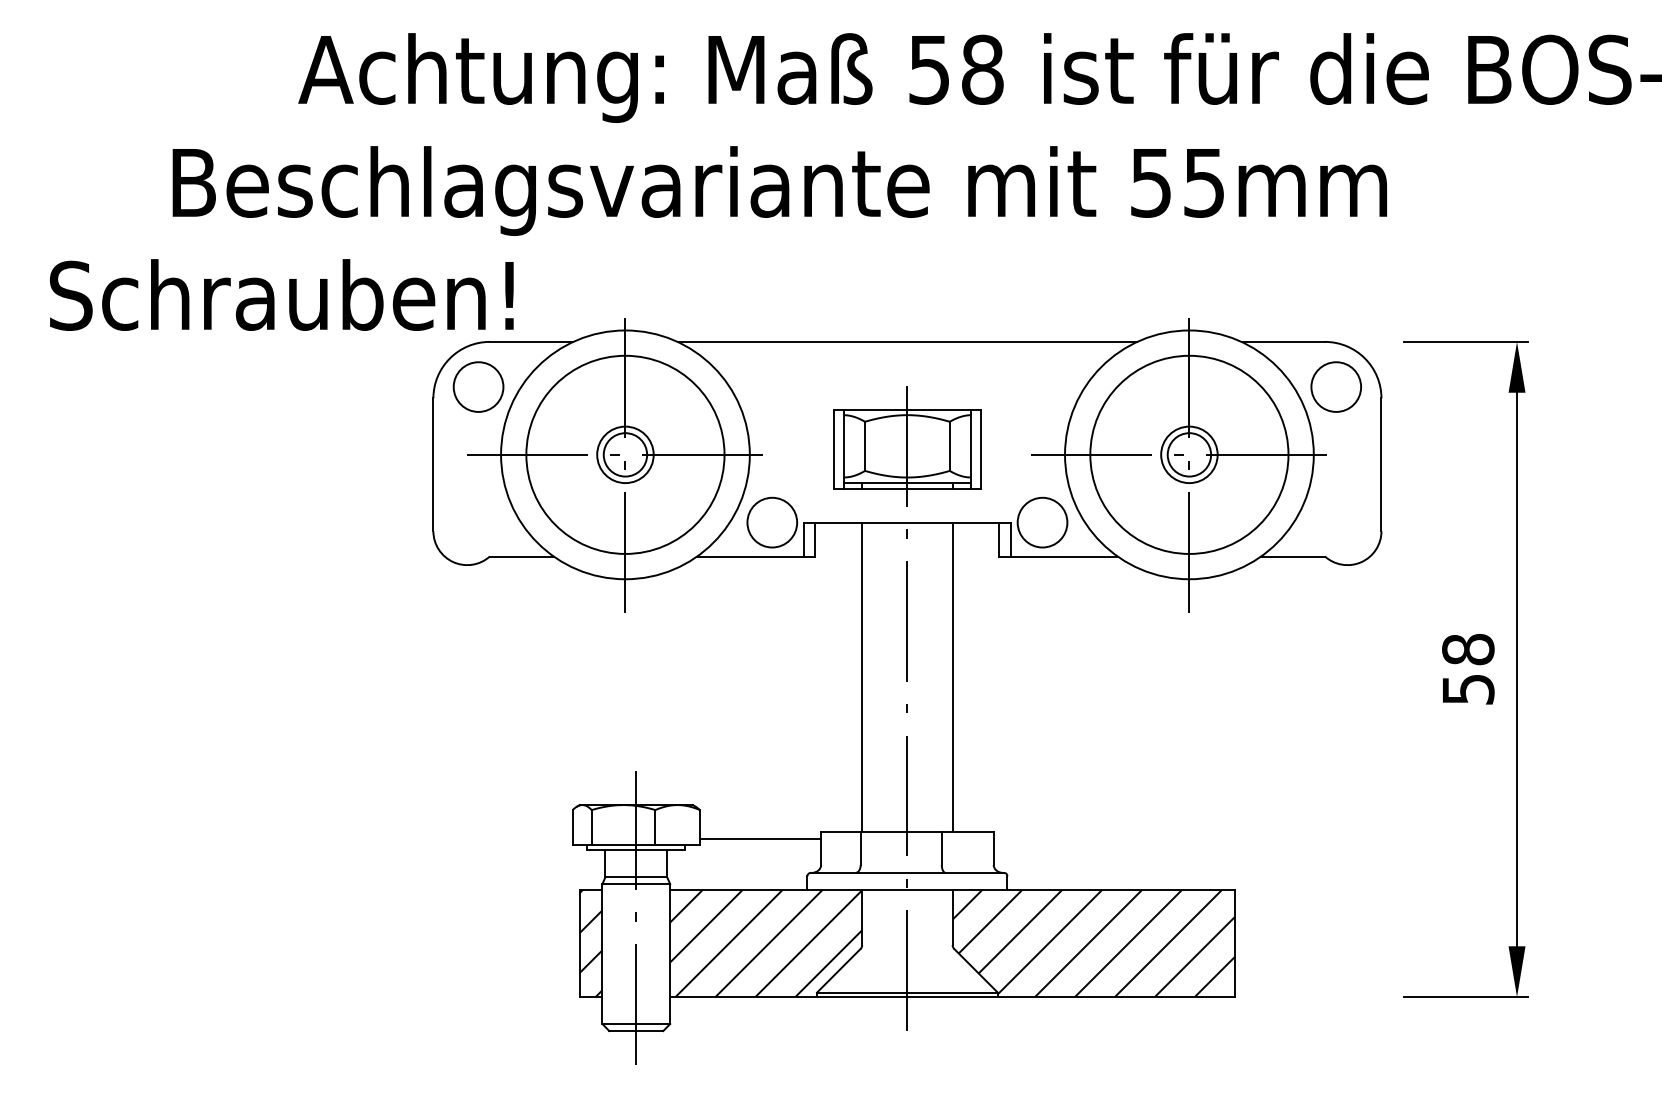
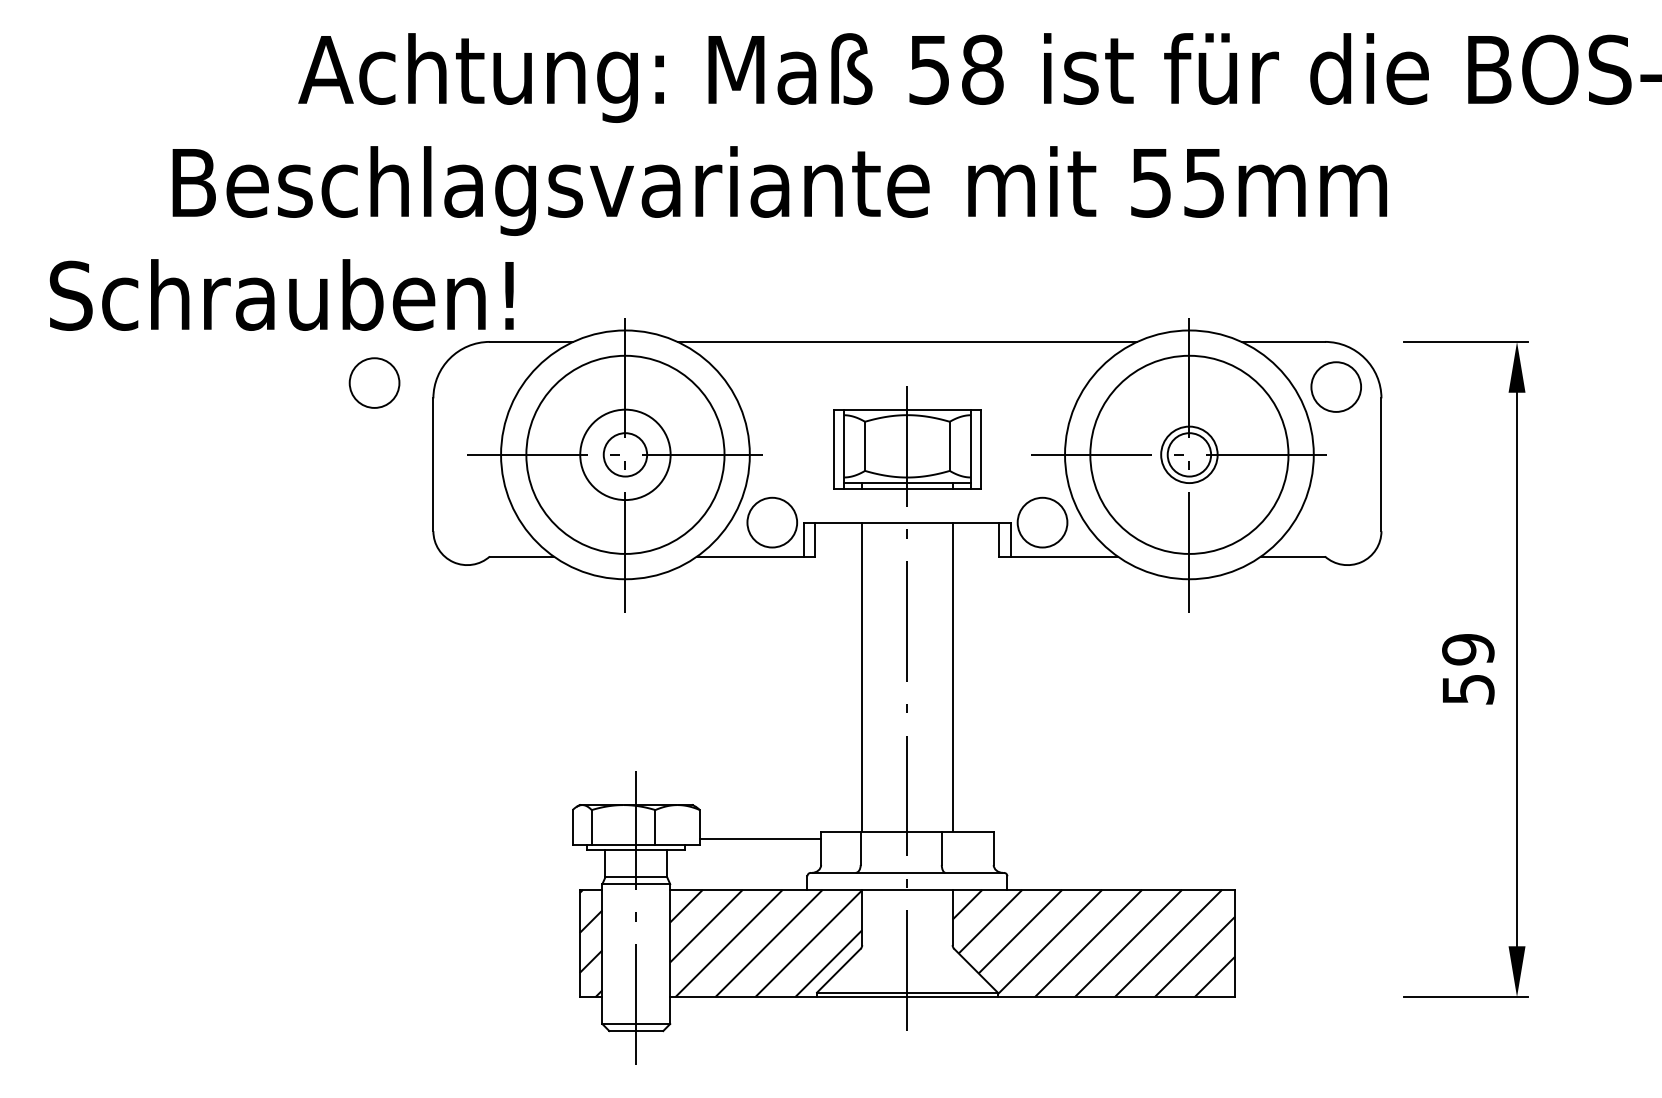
circle at (478, 386) position: (478, 386) -> (374, 382)
circle at (625, 454) diameter: 56 px -> 90 px
text at (1468, 649): 58 -> 59
